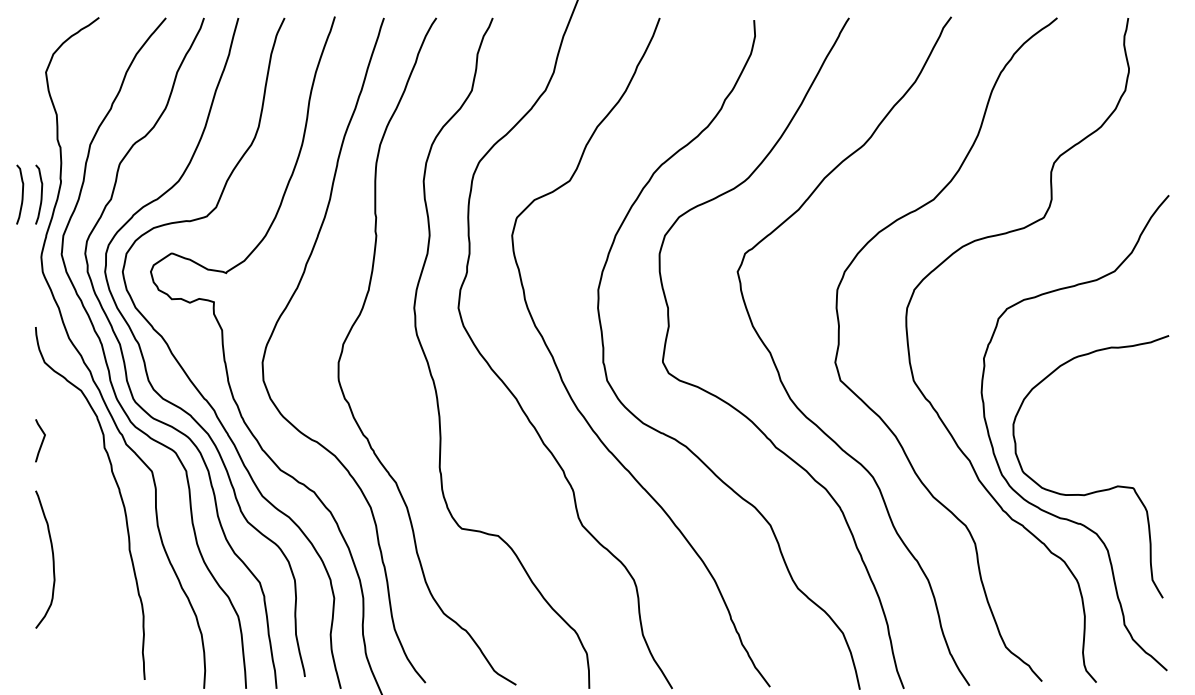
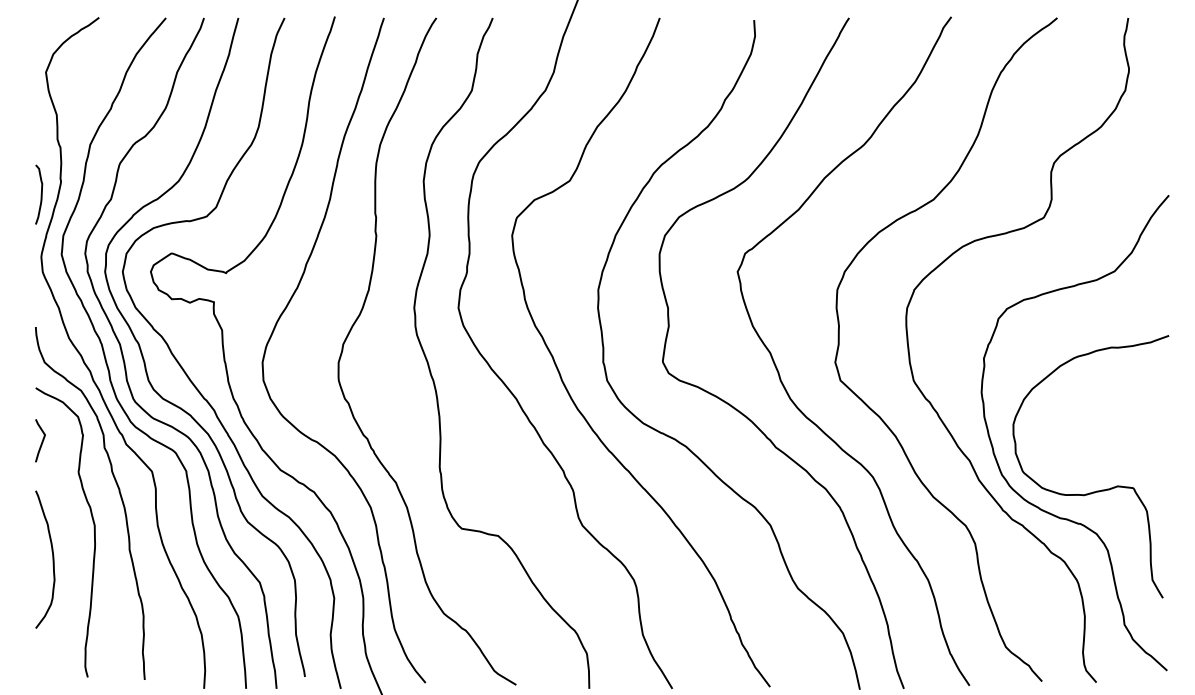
curve at (21, 194): present -> none
curve at (93, 529): none -> present
